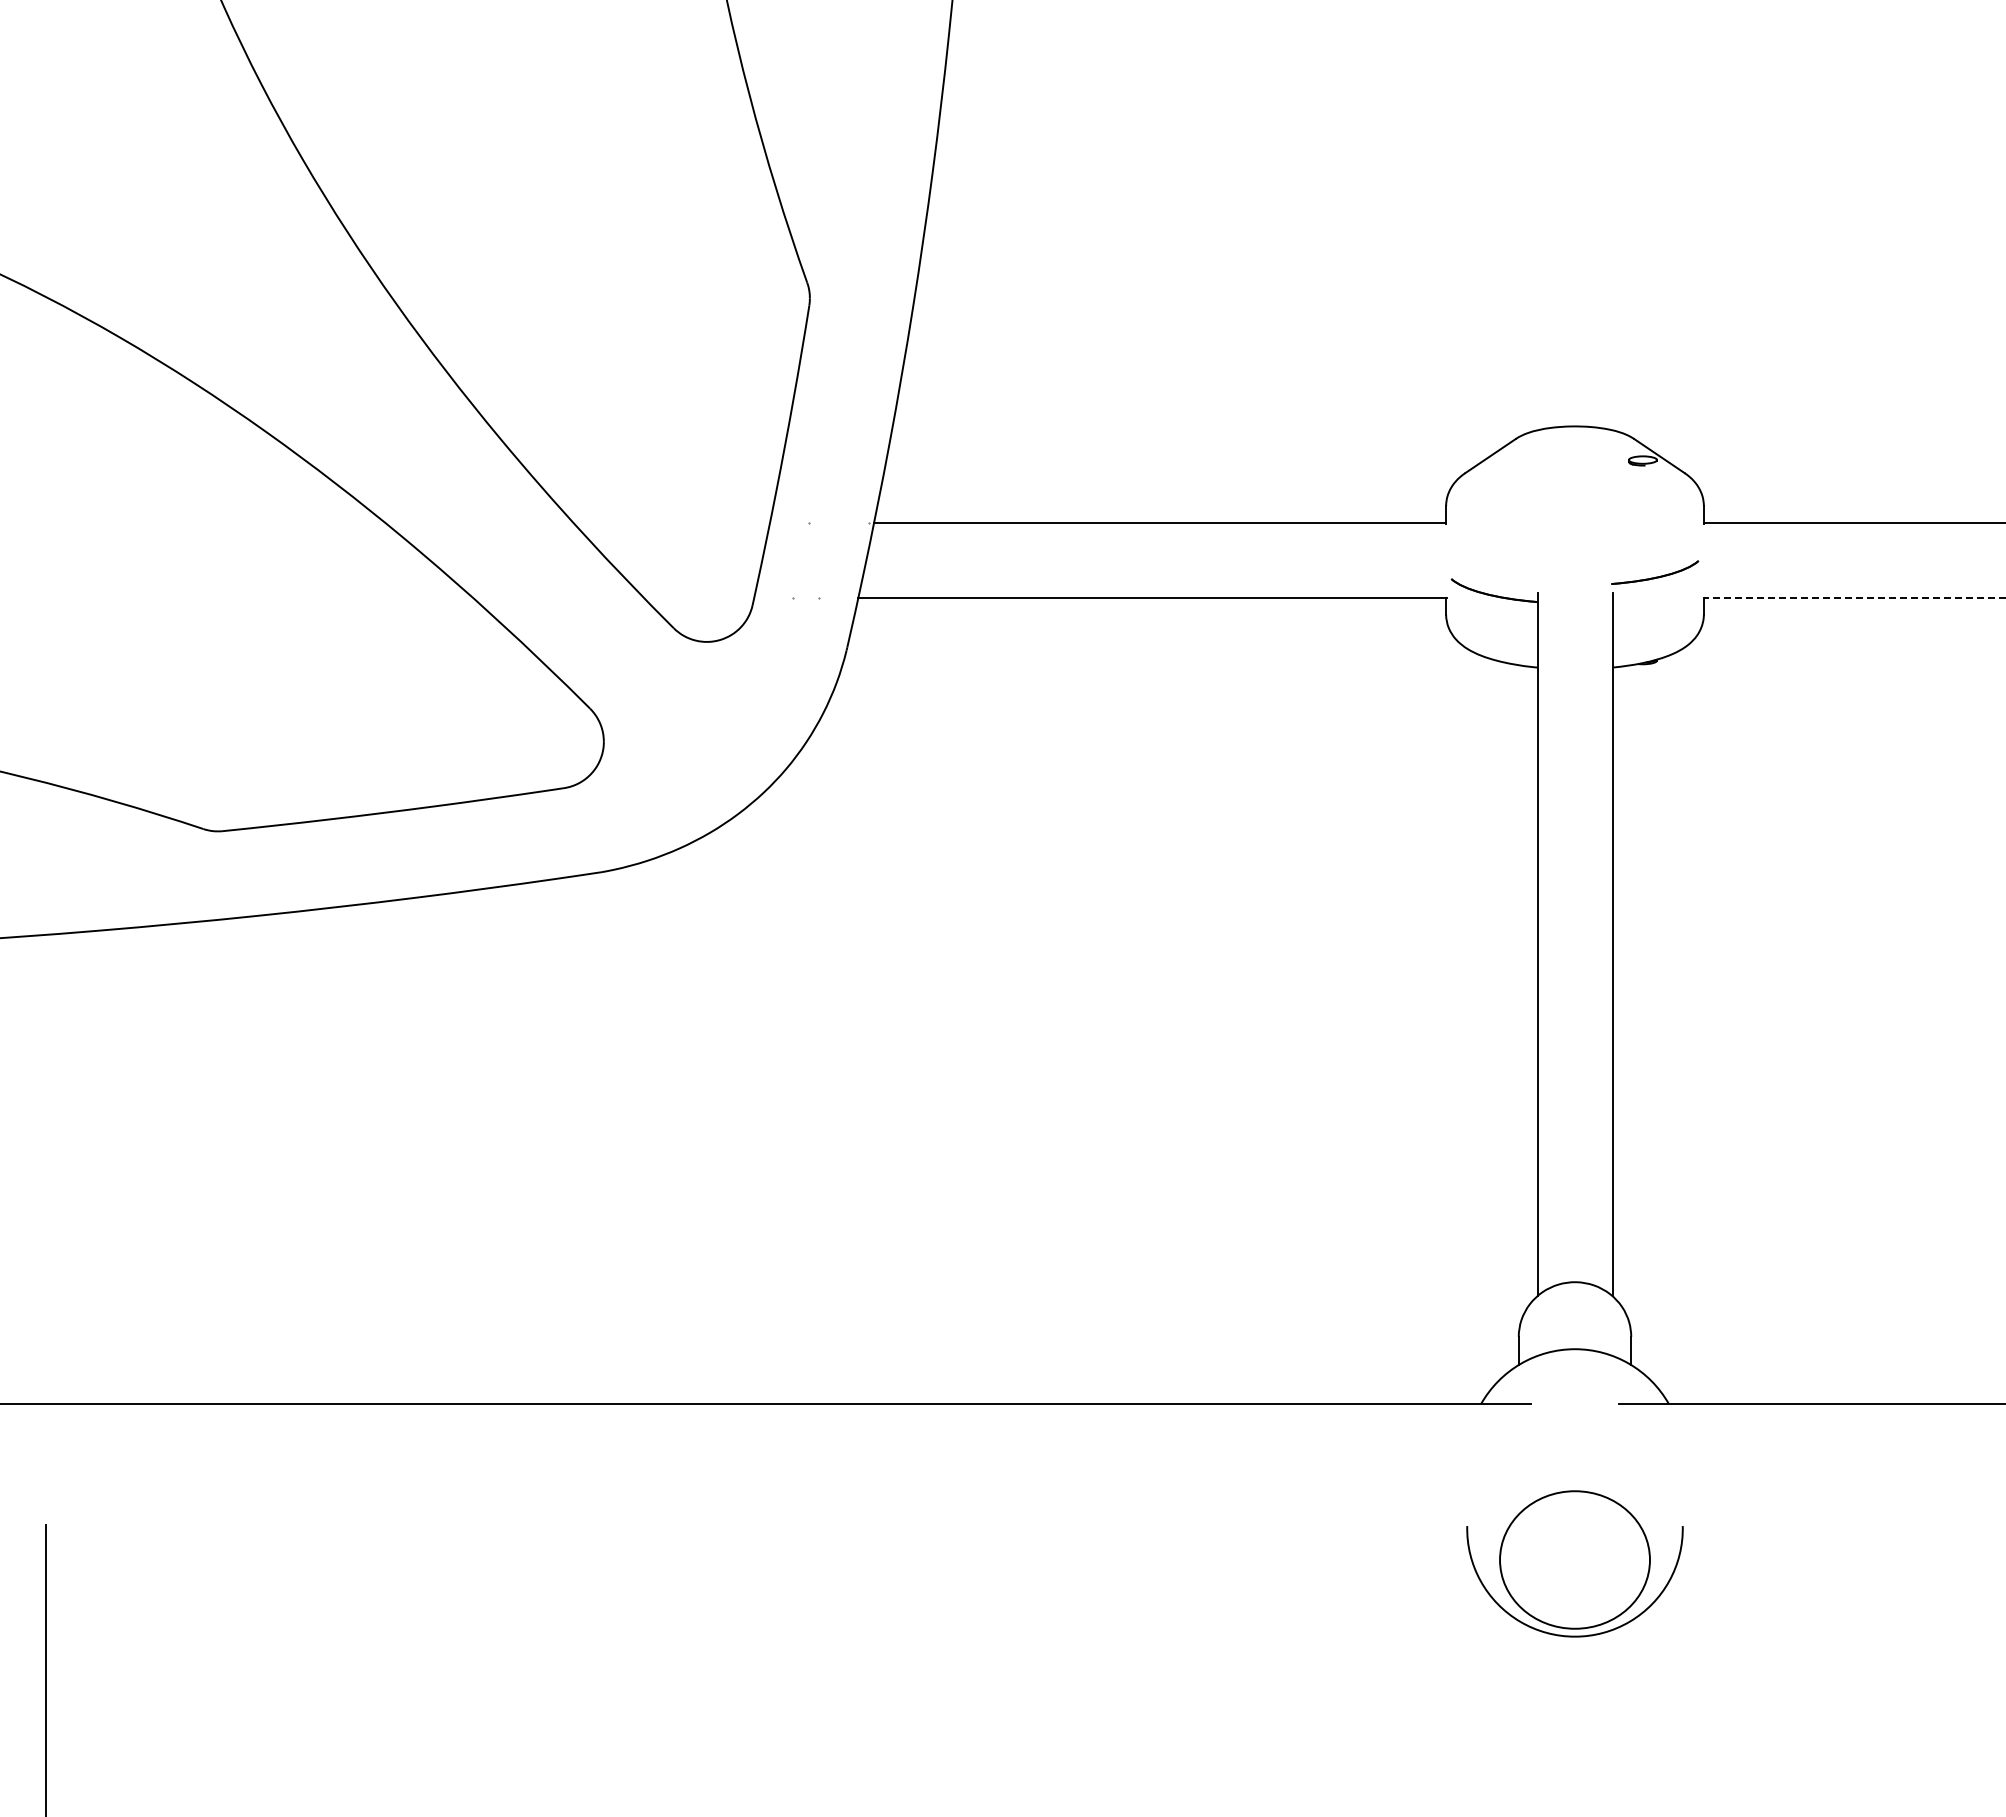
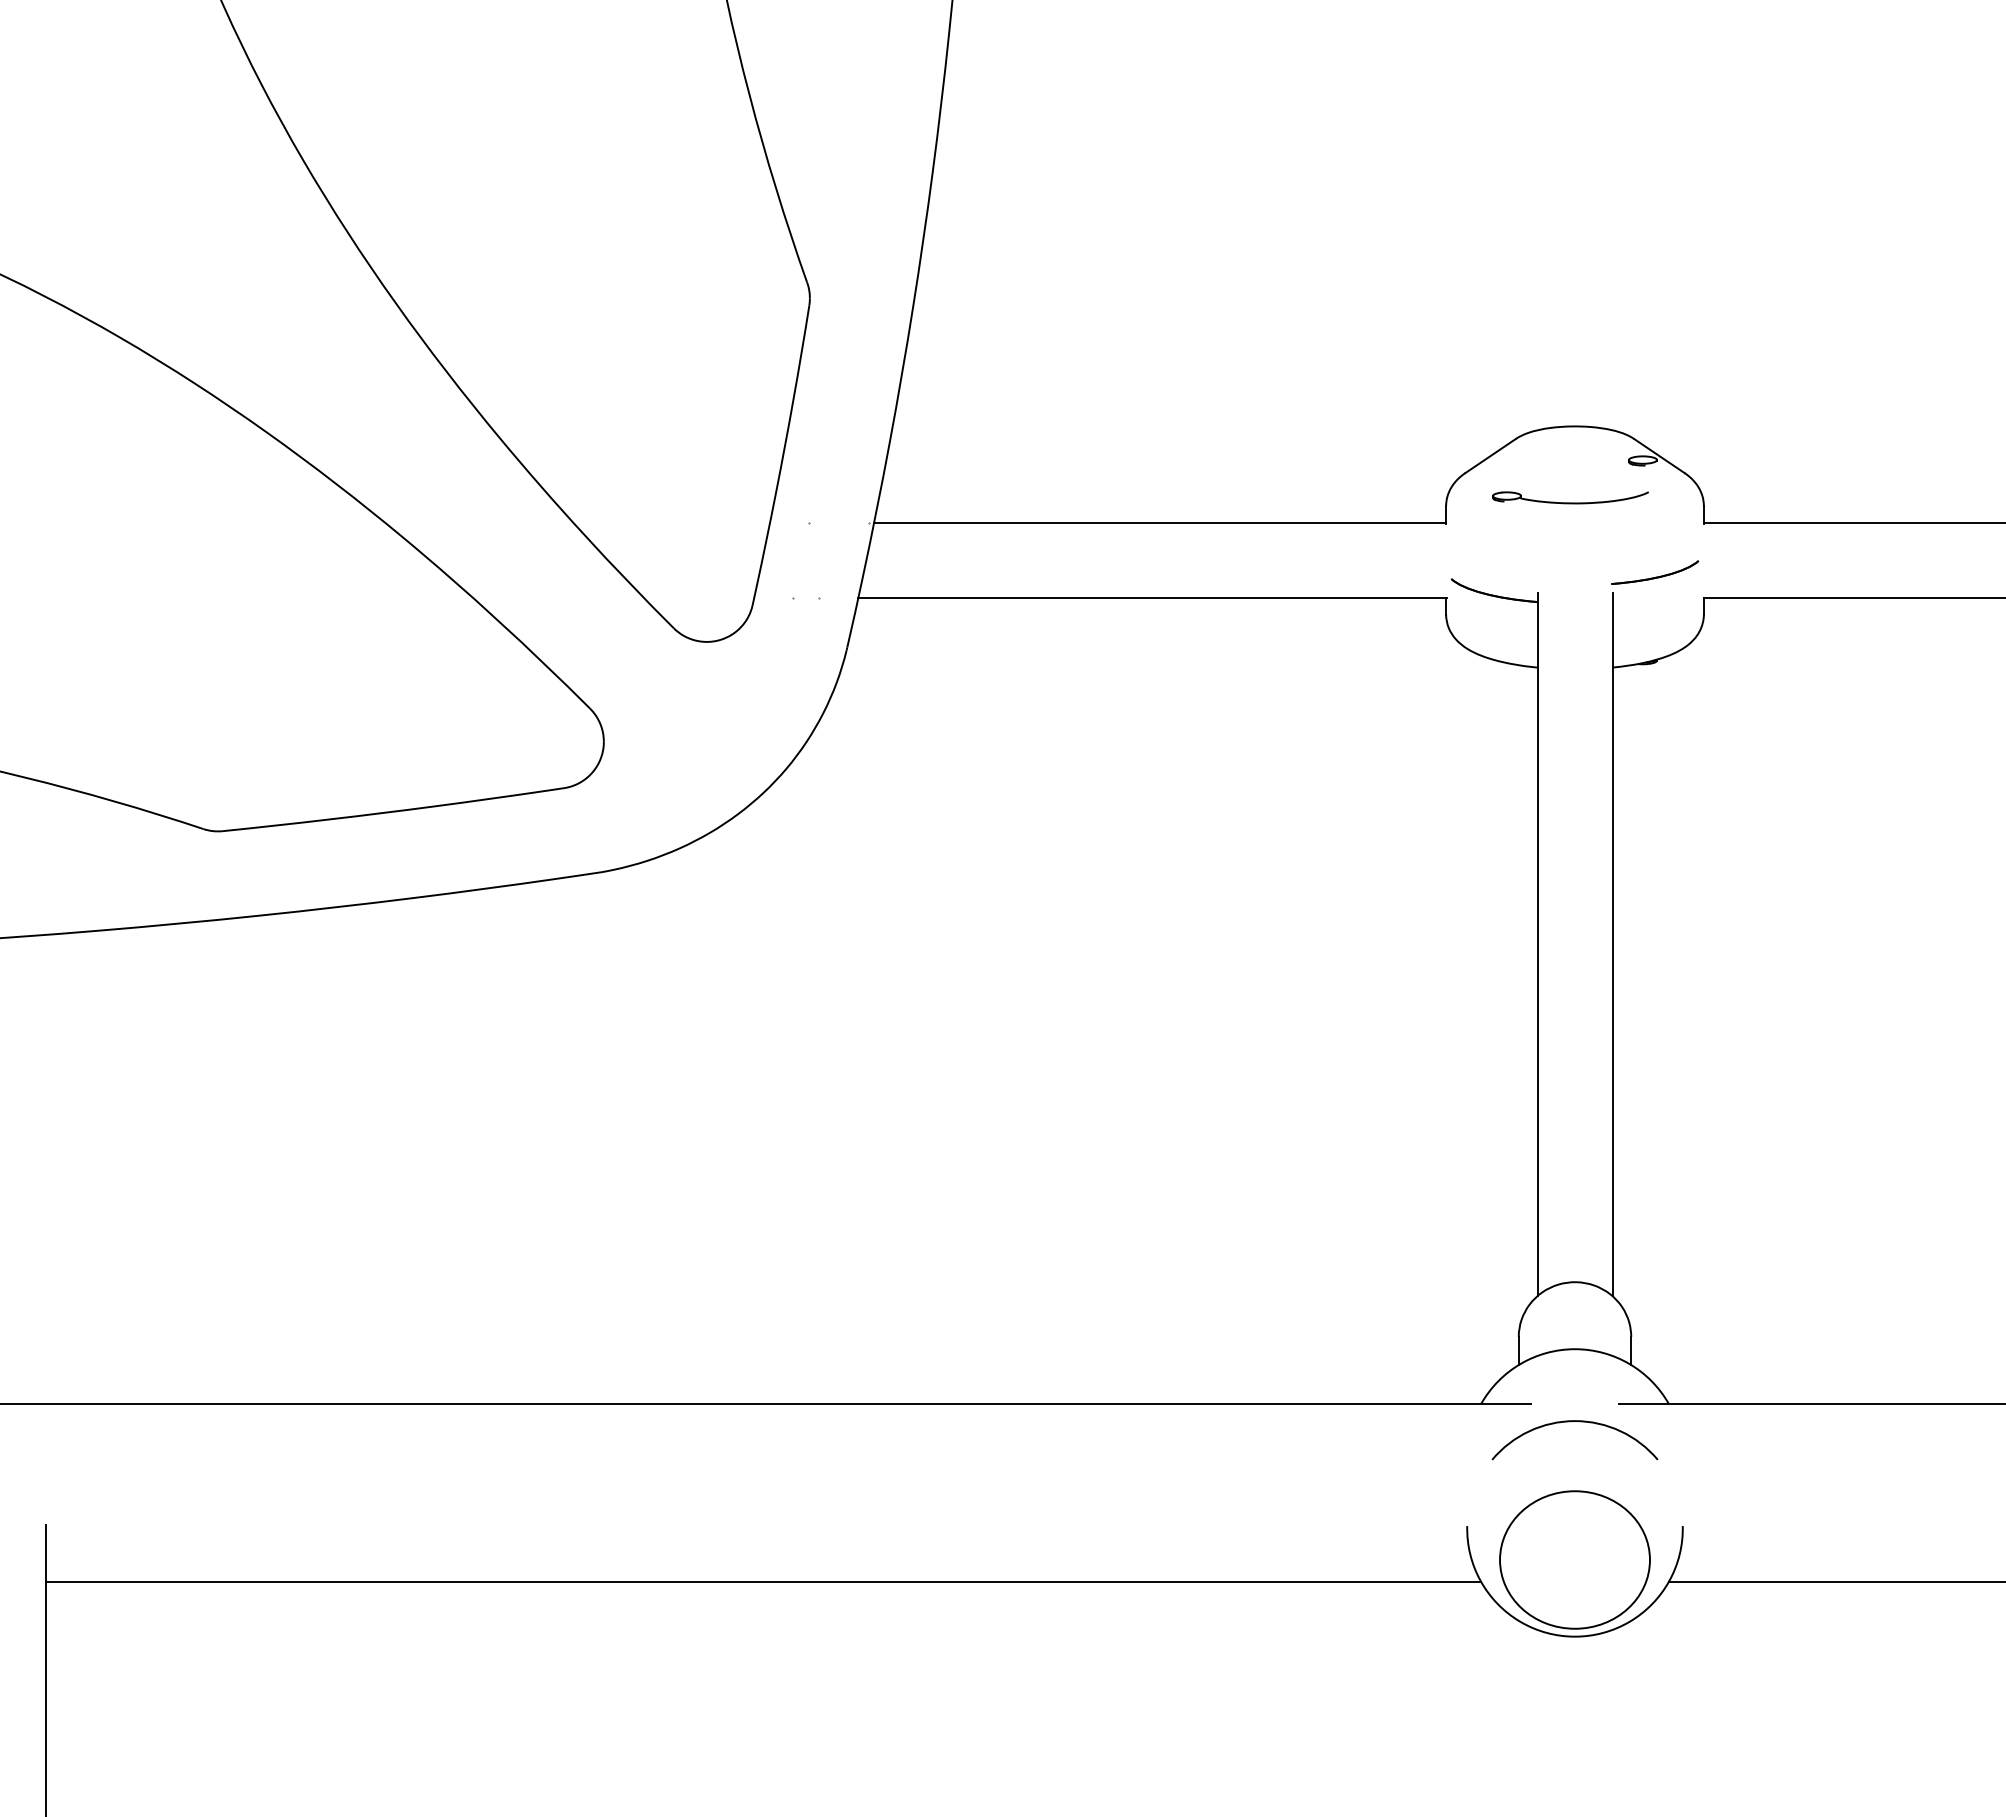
part at (1570, 497): none -> present
line at (1854, 597): dashed -> solid
arc at (1571, 1422): none -> present
line at (763, 1581): none -> present
line at (1835, 1581): none -> present
